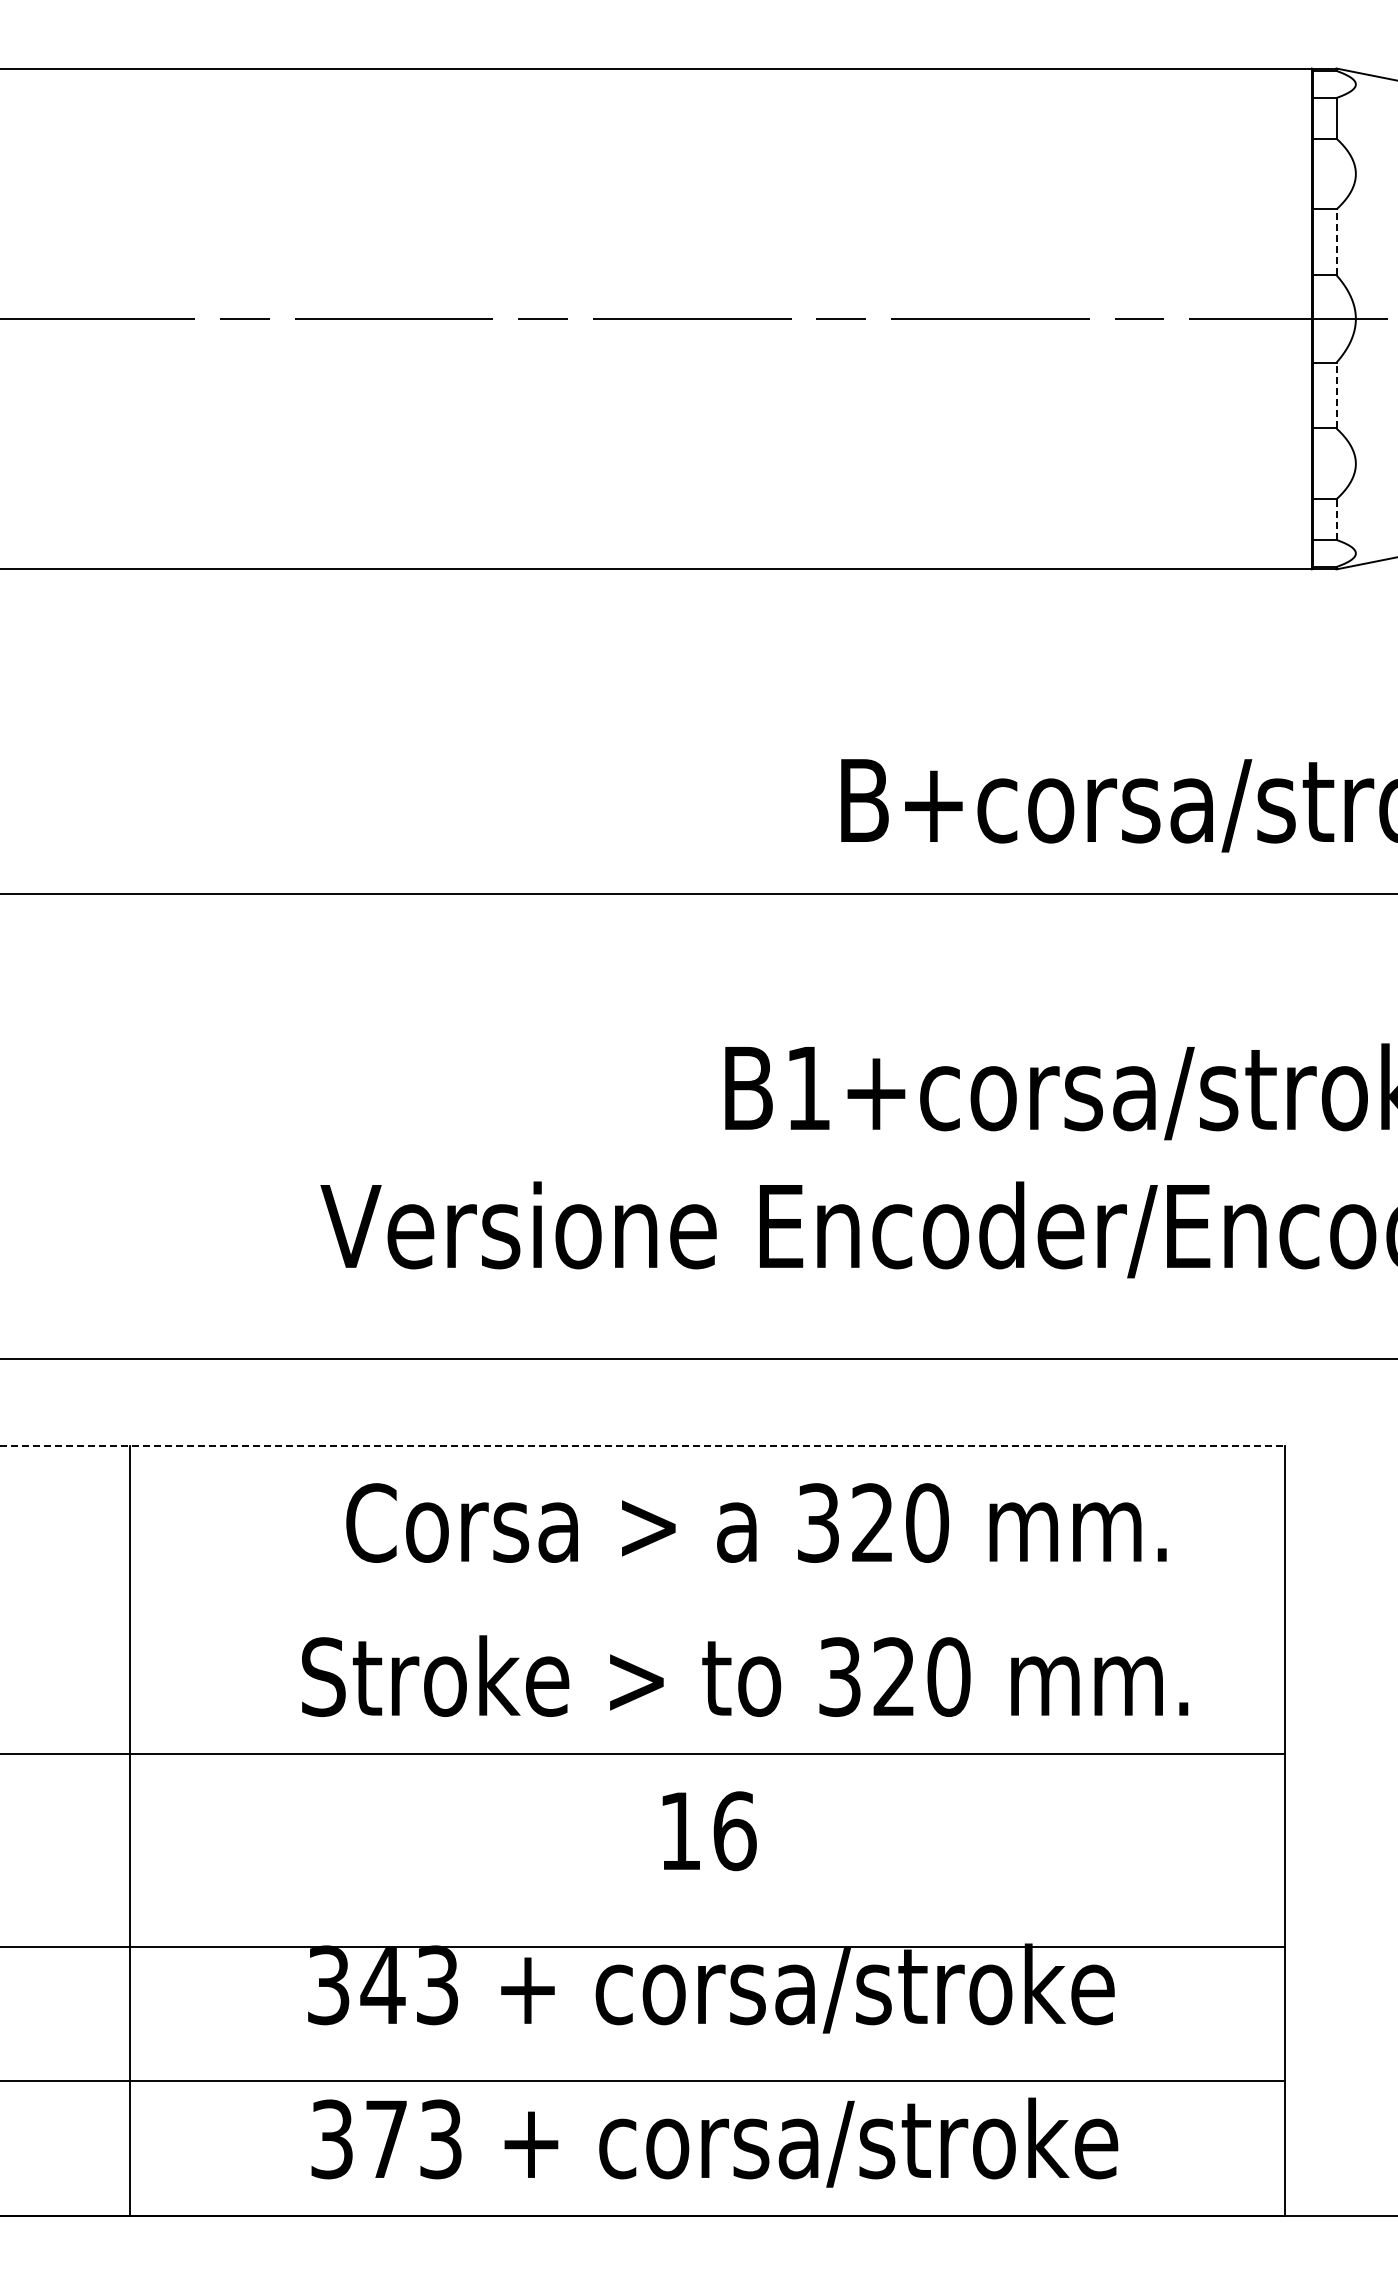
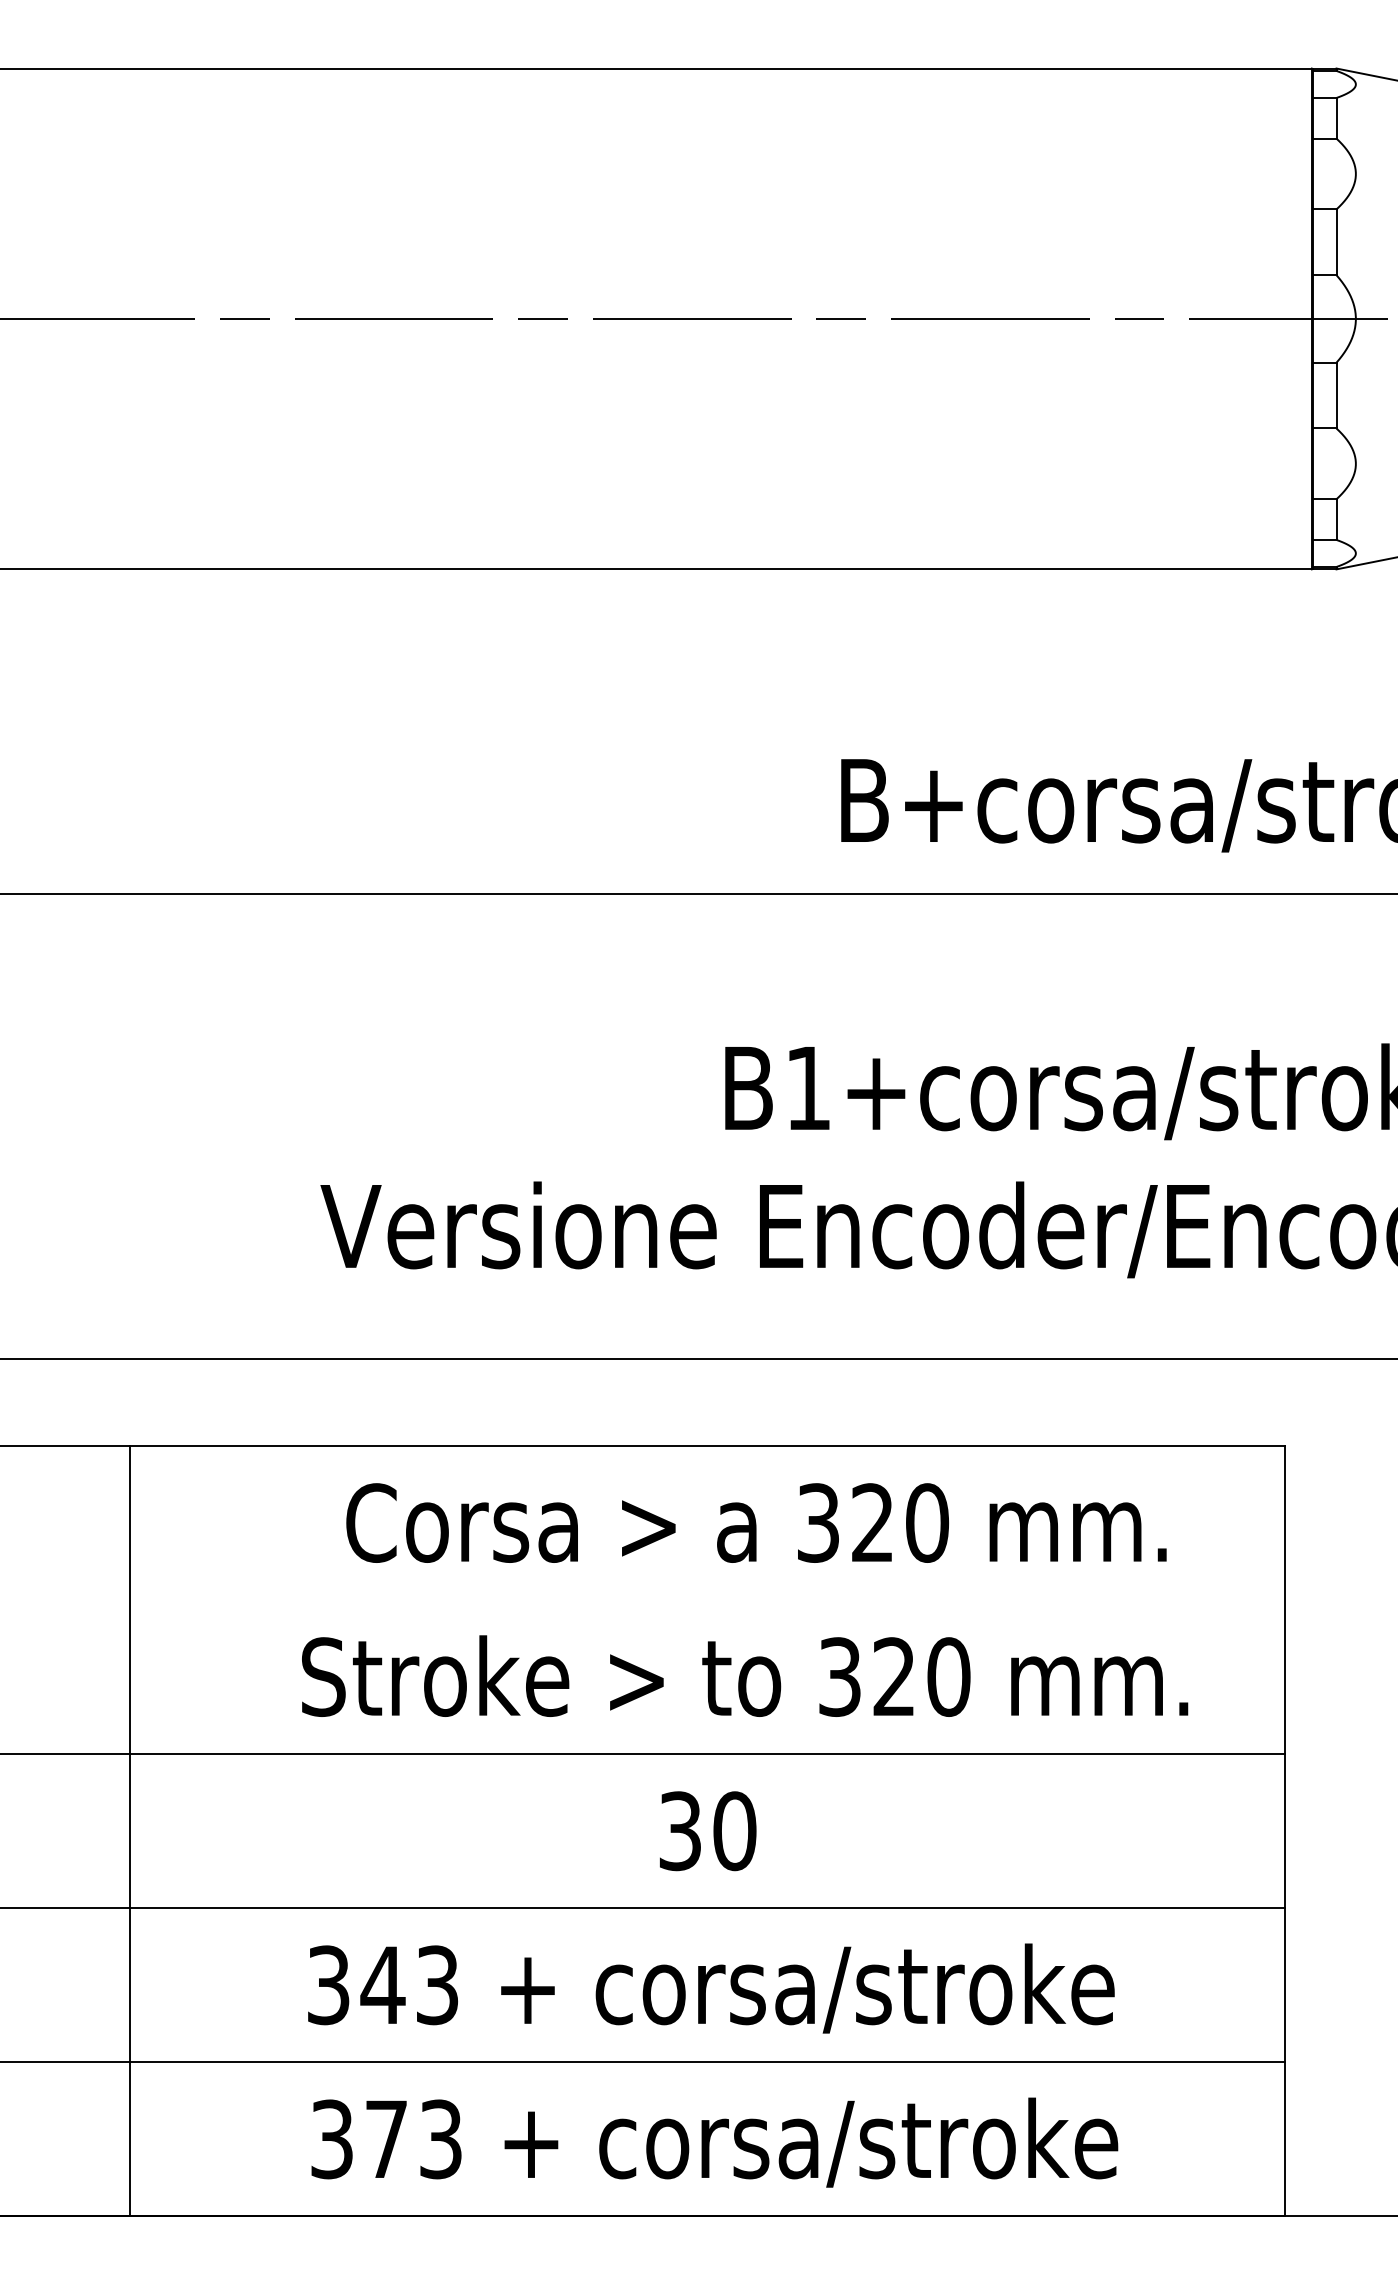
line at (1336, 242): dashed -> solid
line at (1336, 395): dashed -> solid
line at (1336, 519): dashed -> solid
line at (643, 1445): dashed -> solid
text at (707, 1831): 16 -> 30
line at (643, 1947) position: (643, 1947) -> (643, 1908)
line at (643, 2081) position: (643, 2081) -> (643, 2062)
